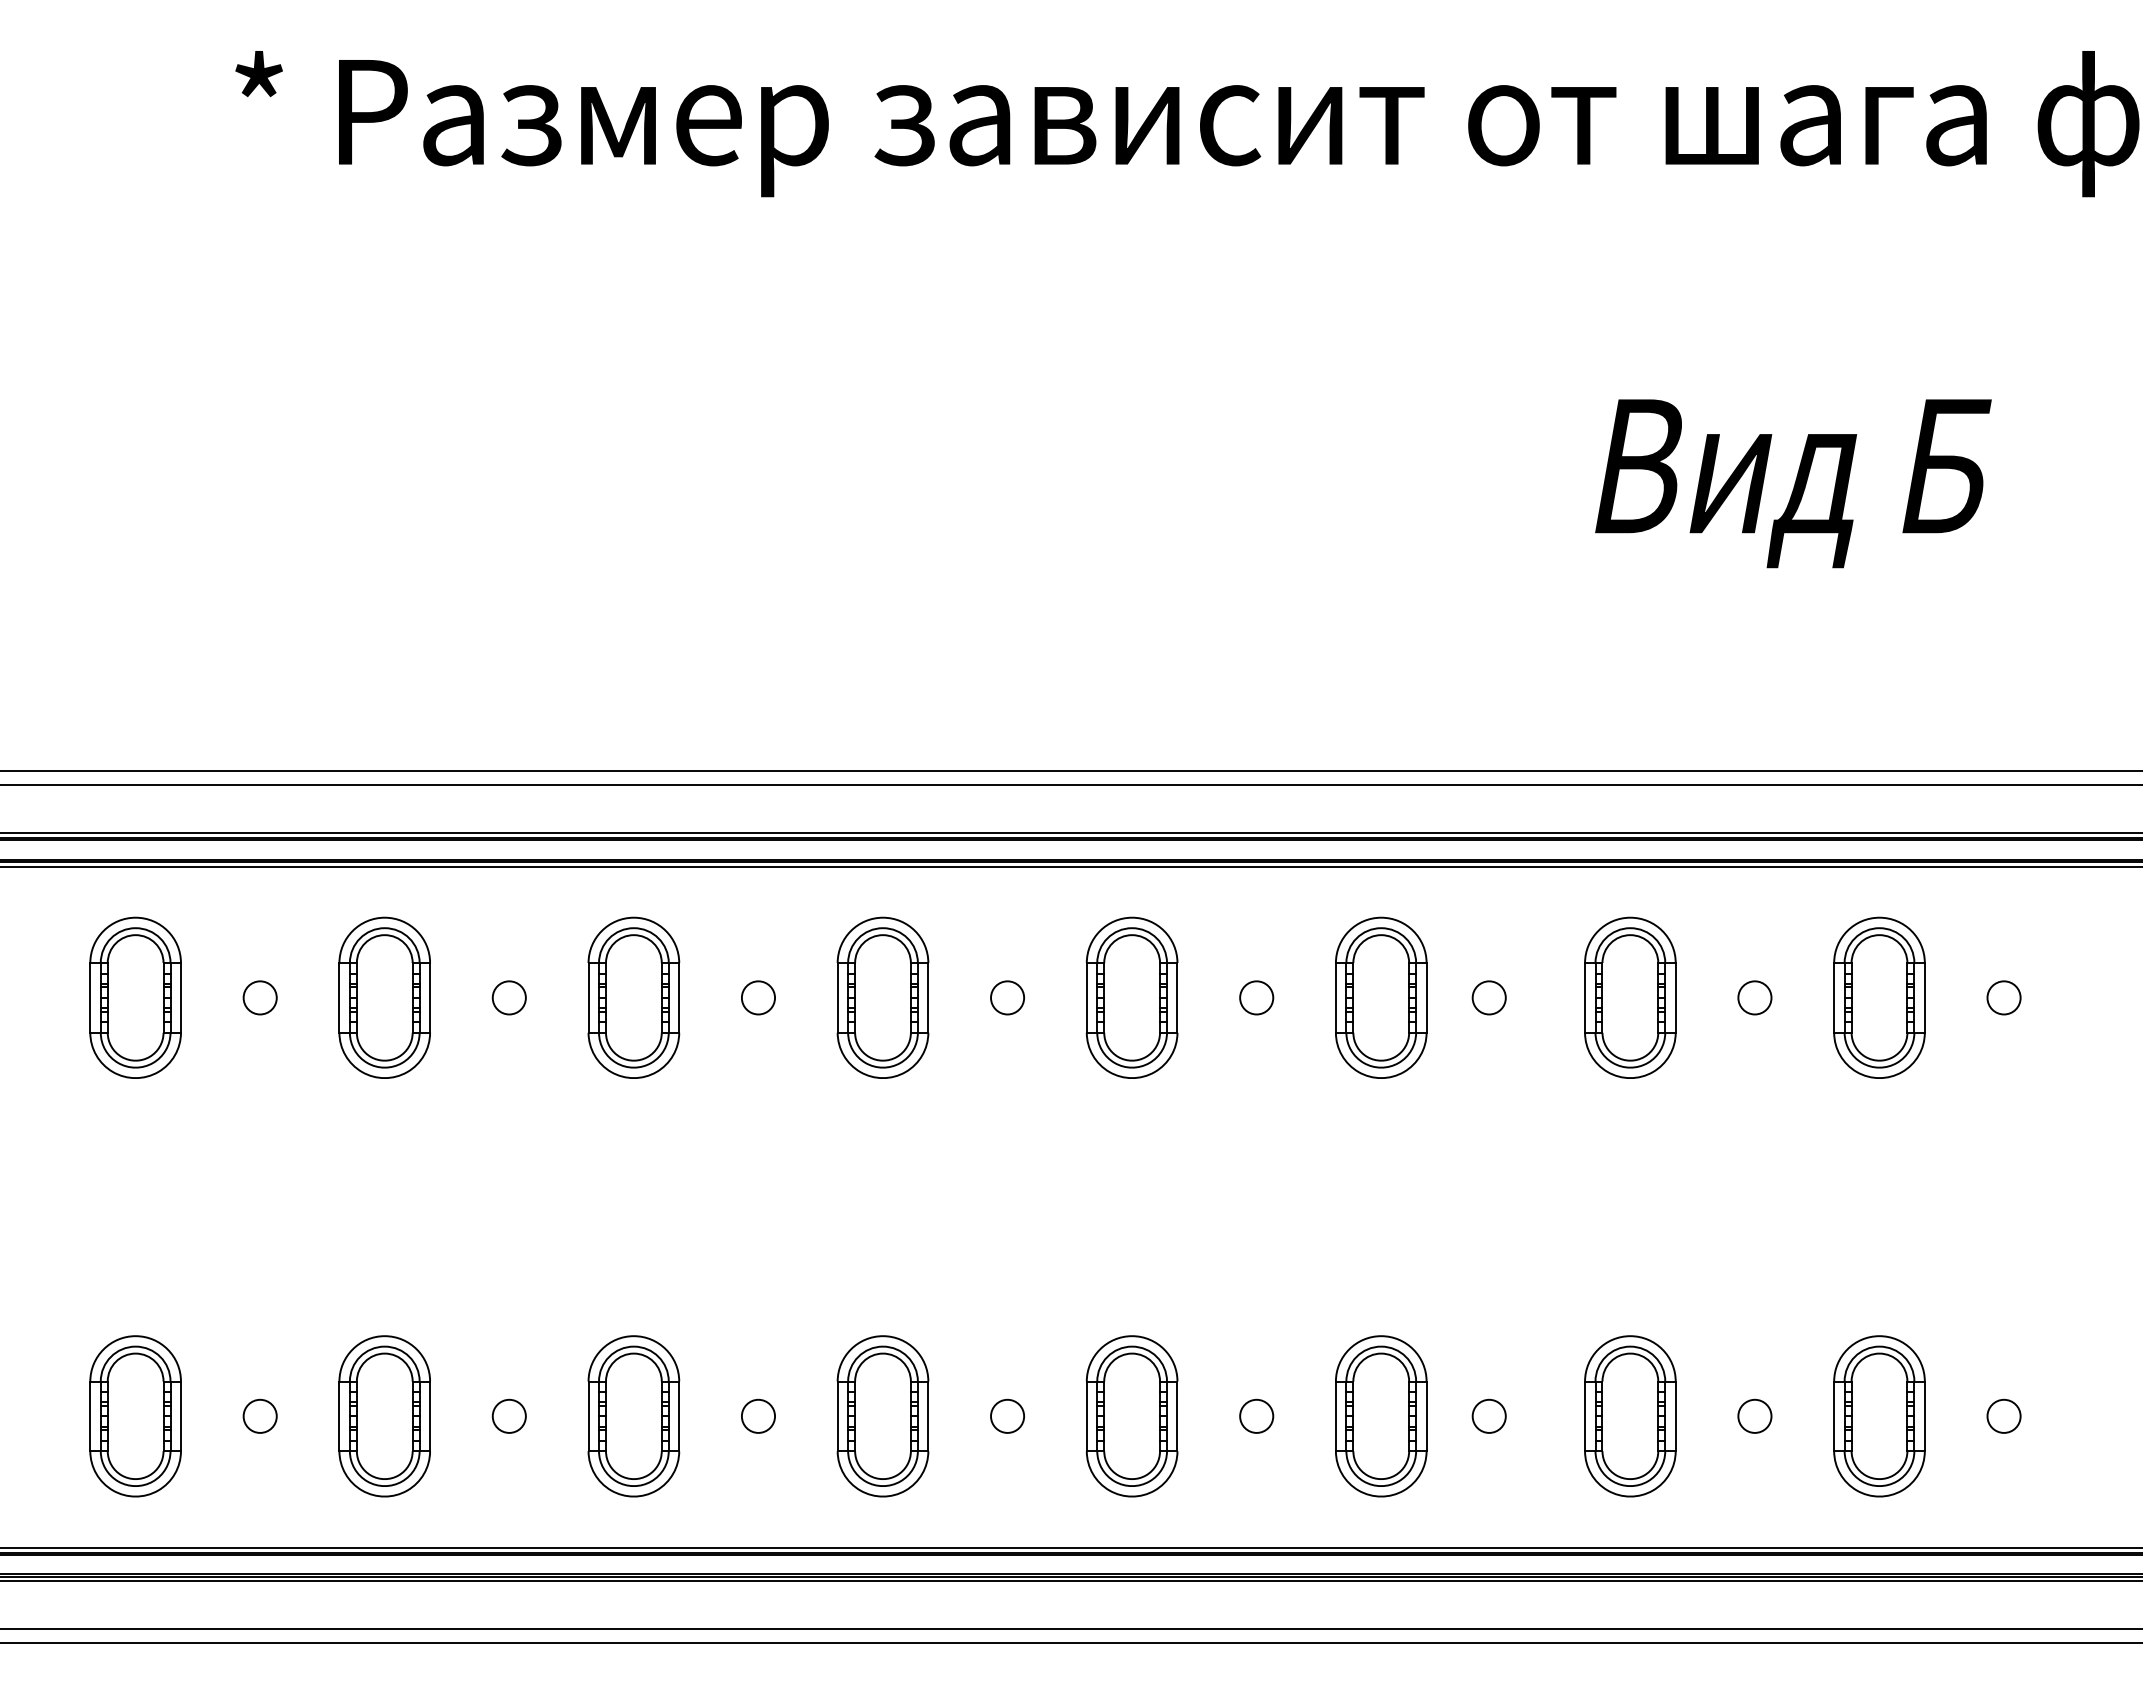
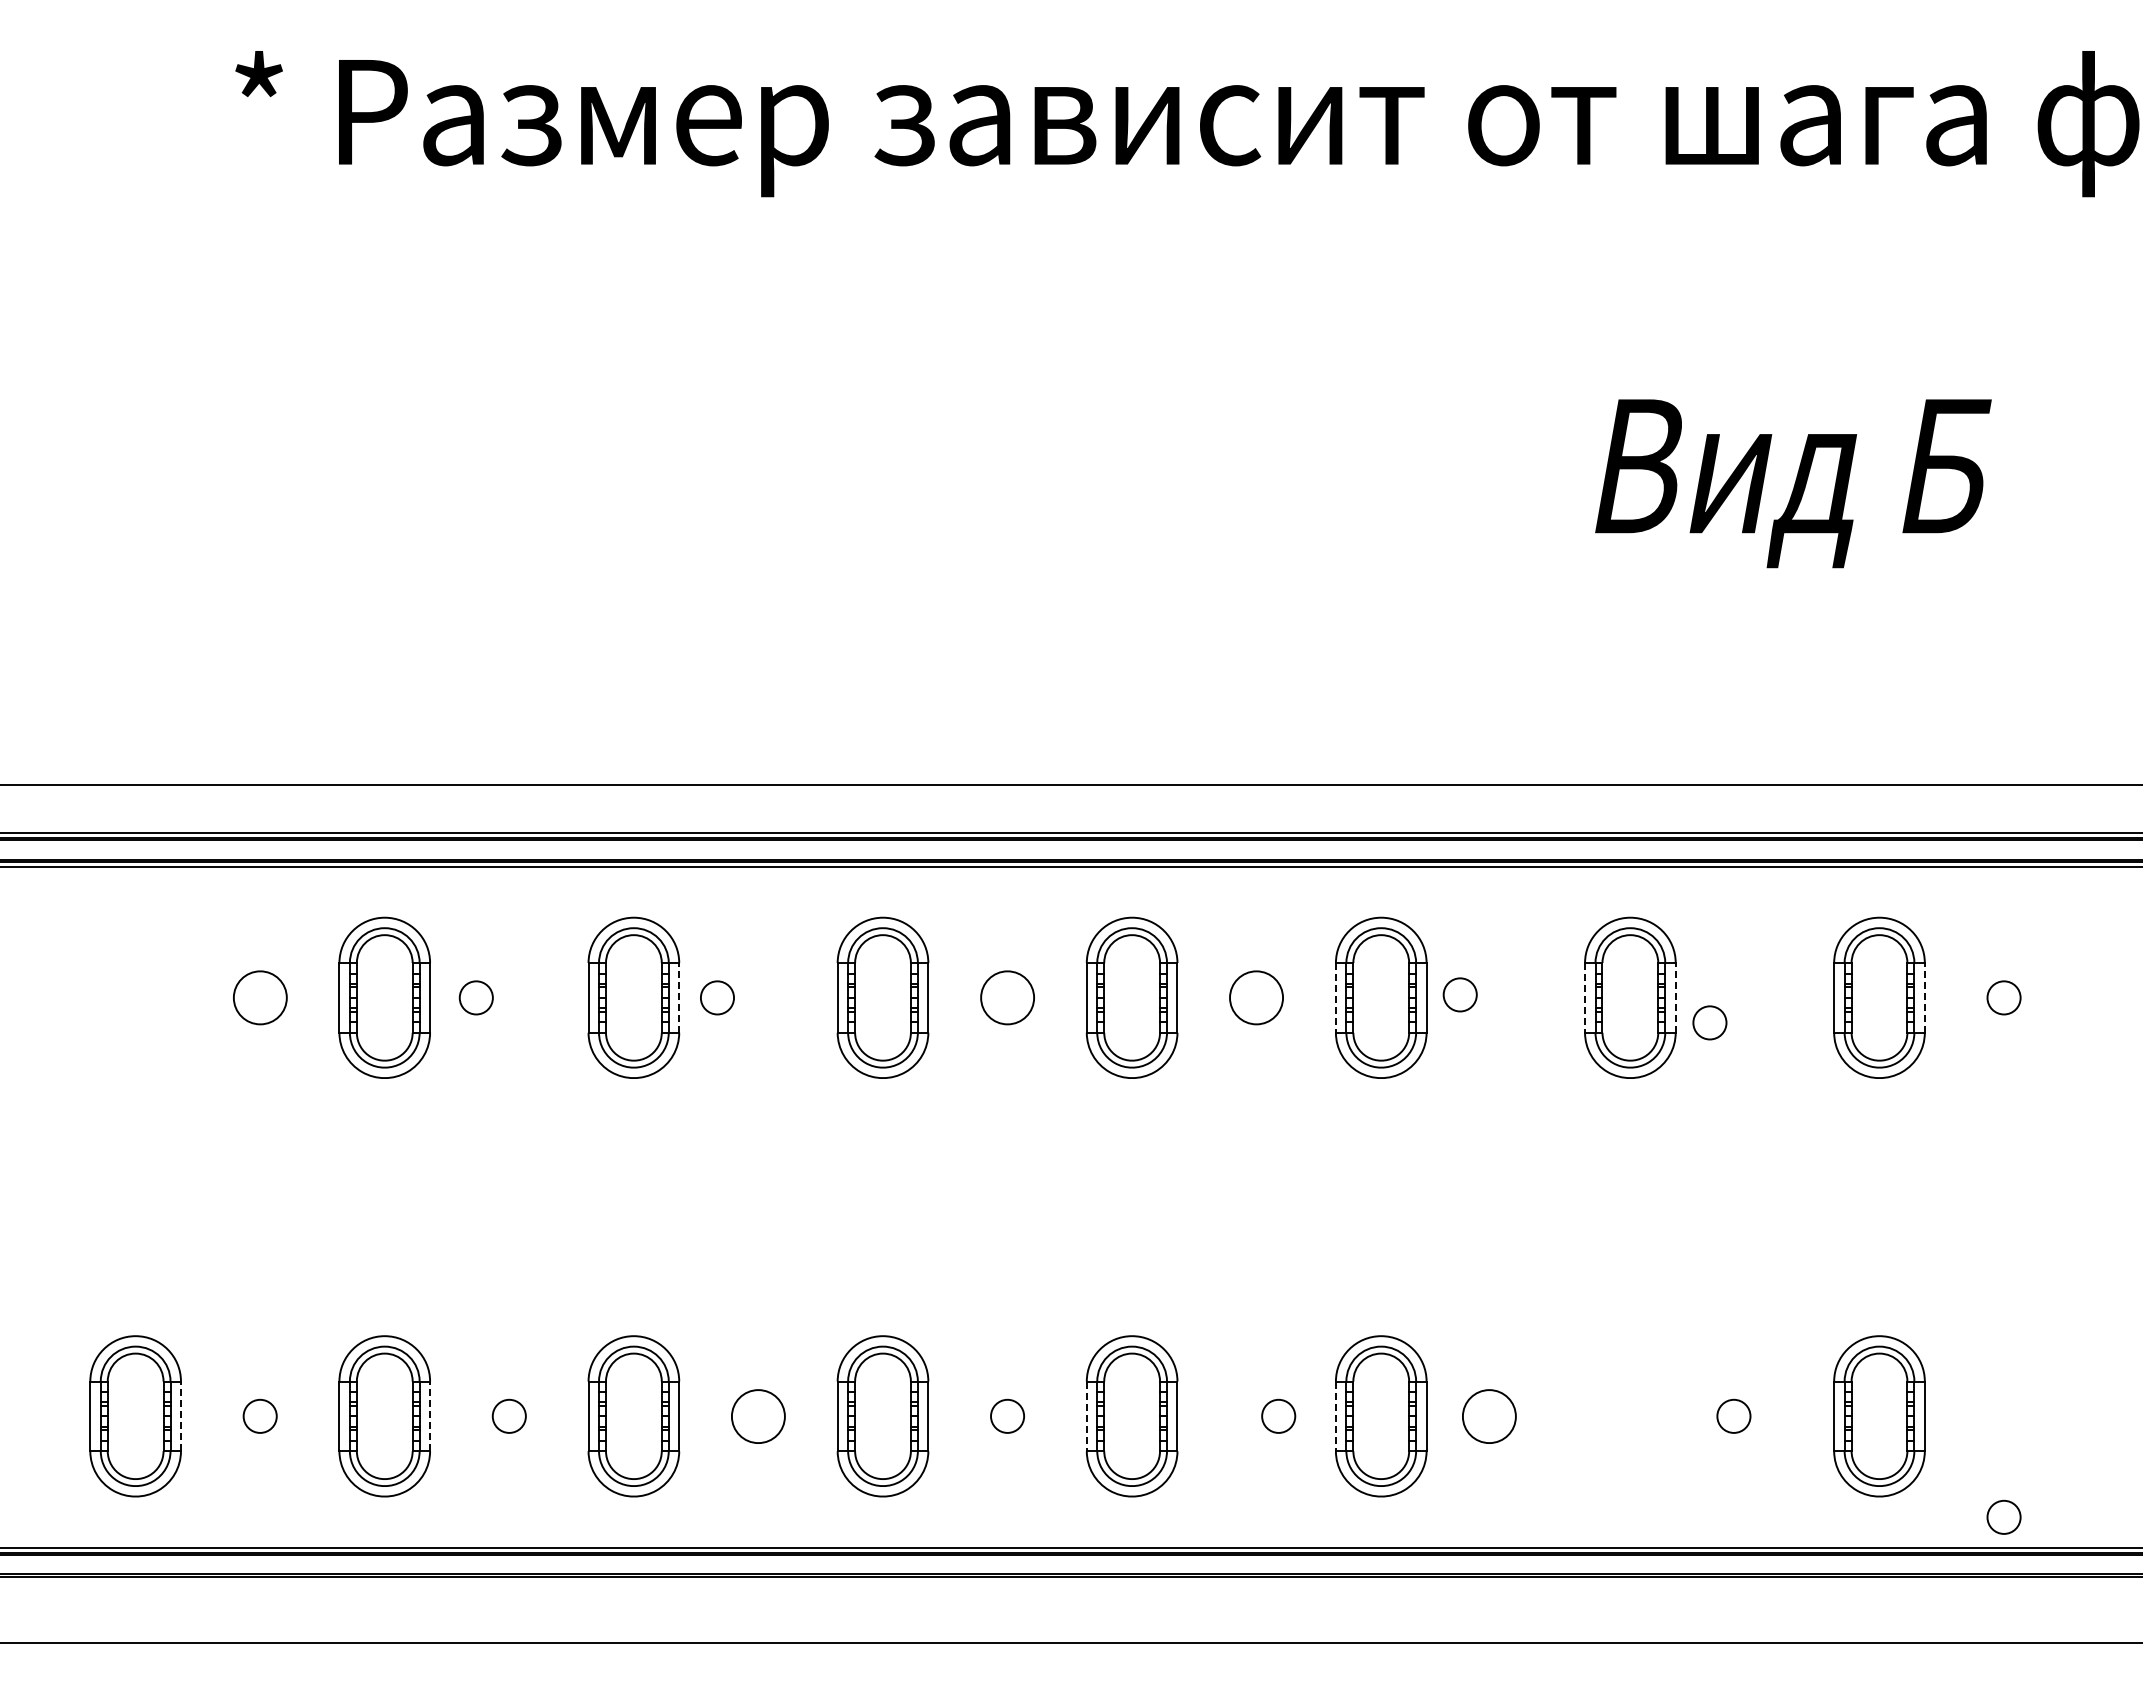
line at (1070, 771): present -> none
part at (135, 997): present -> none
circle at (259, 997) size: 36x36 px -> 55x56 px
circle at (508, 997) position: (508, 997) -> (475, 997)
line at (679, 997): solid -> dashed
circle at (758, 997) position: (758, 997) -> (717, 997)
circle at (1007, 997) size: 35x36 px -> 55x56 px
circle at (1256, 997) size: 36x36 px -> 55x56 px
line at (1335, 997): solid -> dashed
circle at (1488, 997) position: (1488, 997) -> (1459, 994)
line at (1585, 997): solid -> dashed
line at (1675, 997): solid -> dashed
circle at (1754, 997) position: (1754, 997) -> (1709, 1022)
line at (1924, 997): solid -> dashed
circle at (758, 1415) size: 35x36 px -> 55x55 px
circle at (1256, 1415) position: (1256, 1415) -> (1278, 1415)
circle at (1488, 1415) size: 36x36 px -> 55x55 px
circle at (1754, 1415) position: (1754, 1415) -> (1733, 1415)
circle at (2003, 1415) position: (2003, 1415) -> (2003, 1516)
line at (180, 1416): solid -> dashed
line at (430, 1416): solid -> dashed
line at (1086, 1416): solid -> dashed
line at (1335, 1416): solid -> dashed
part at (1630, 1416): present -> none
line at (1070, 1581): present -> none
line at (1070, 1629): present -> none
